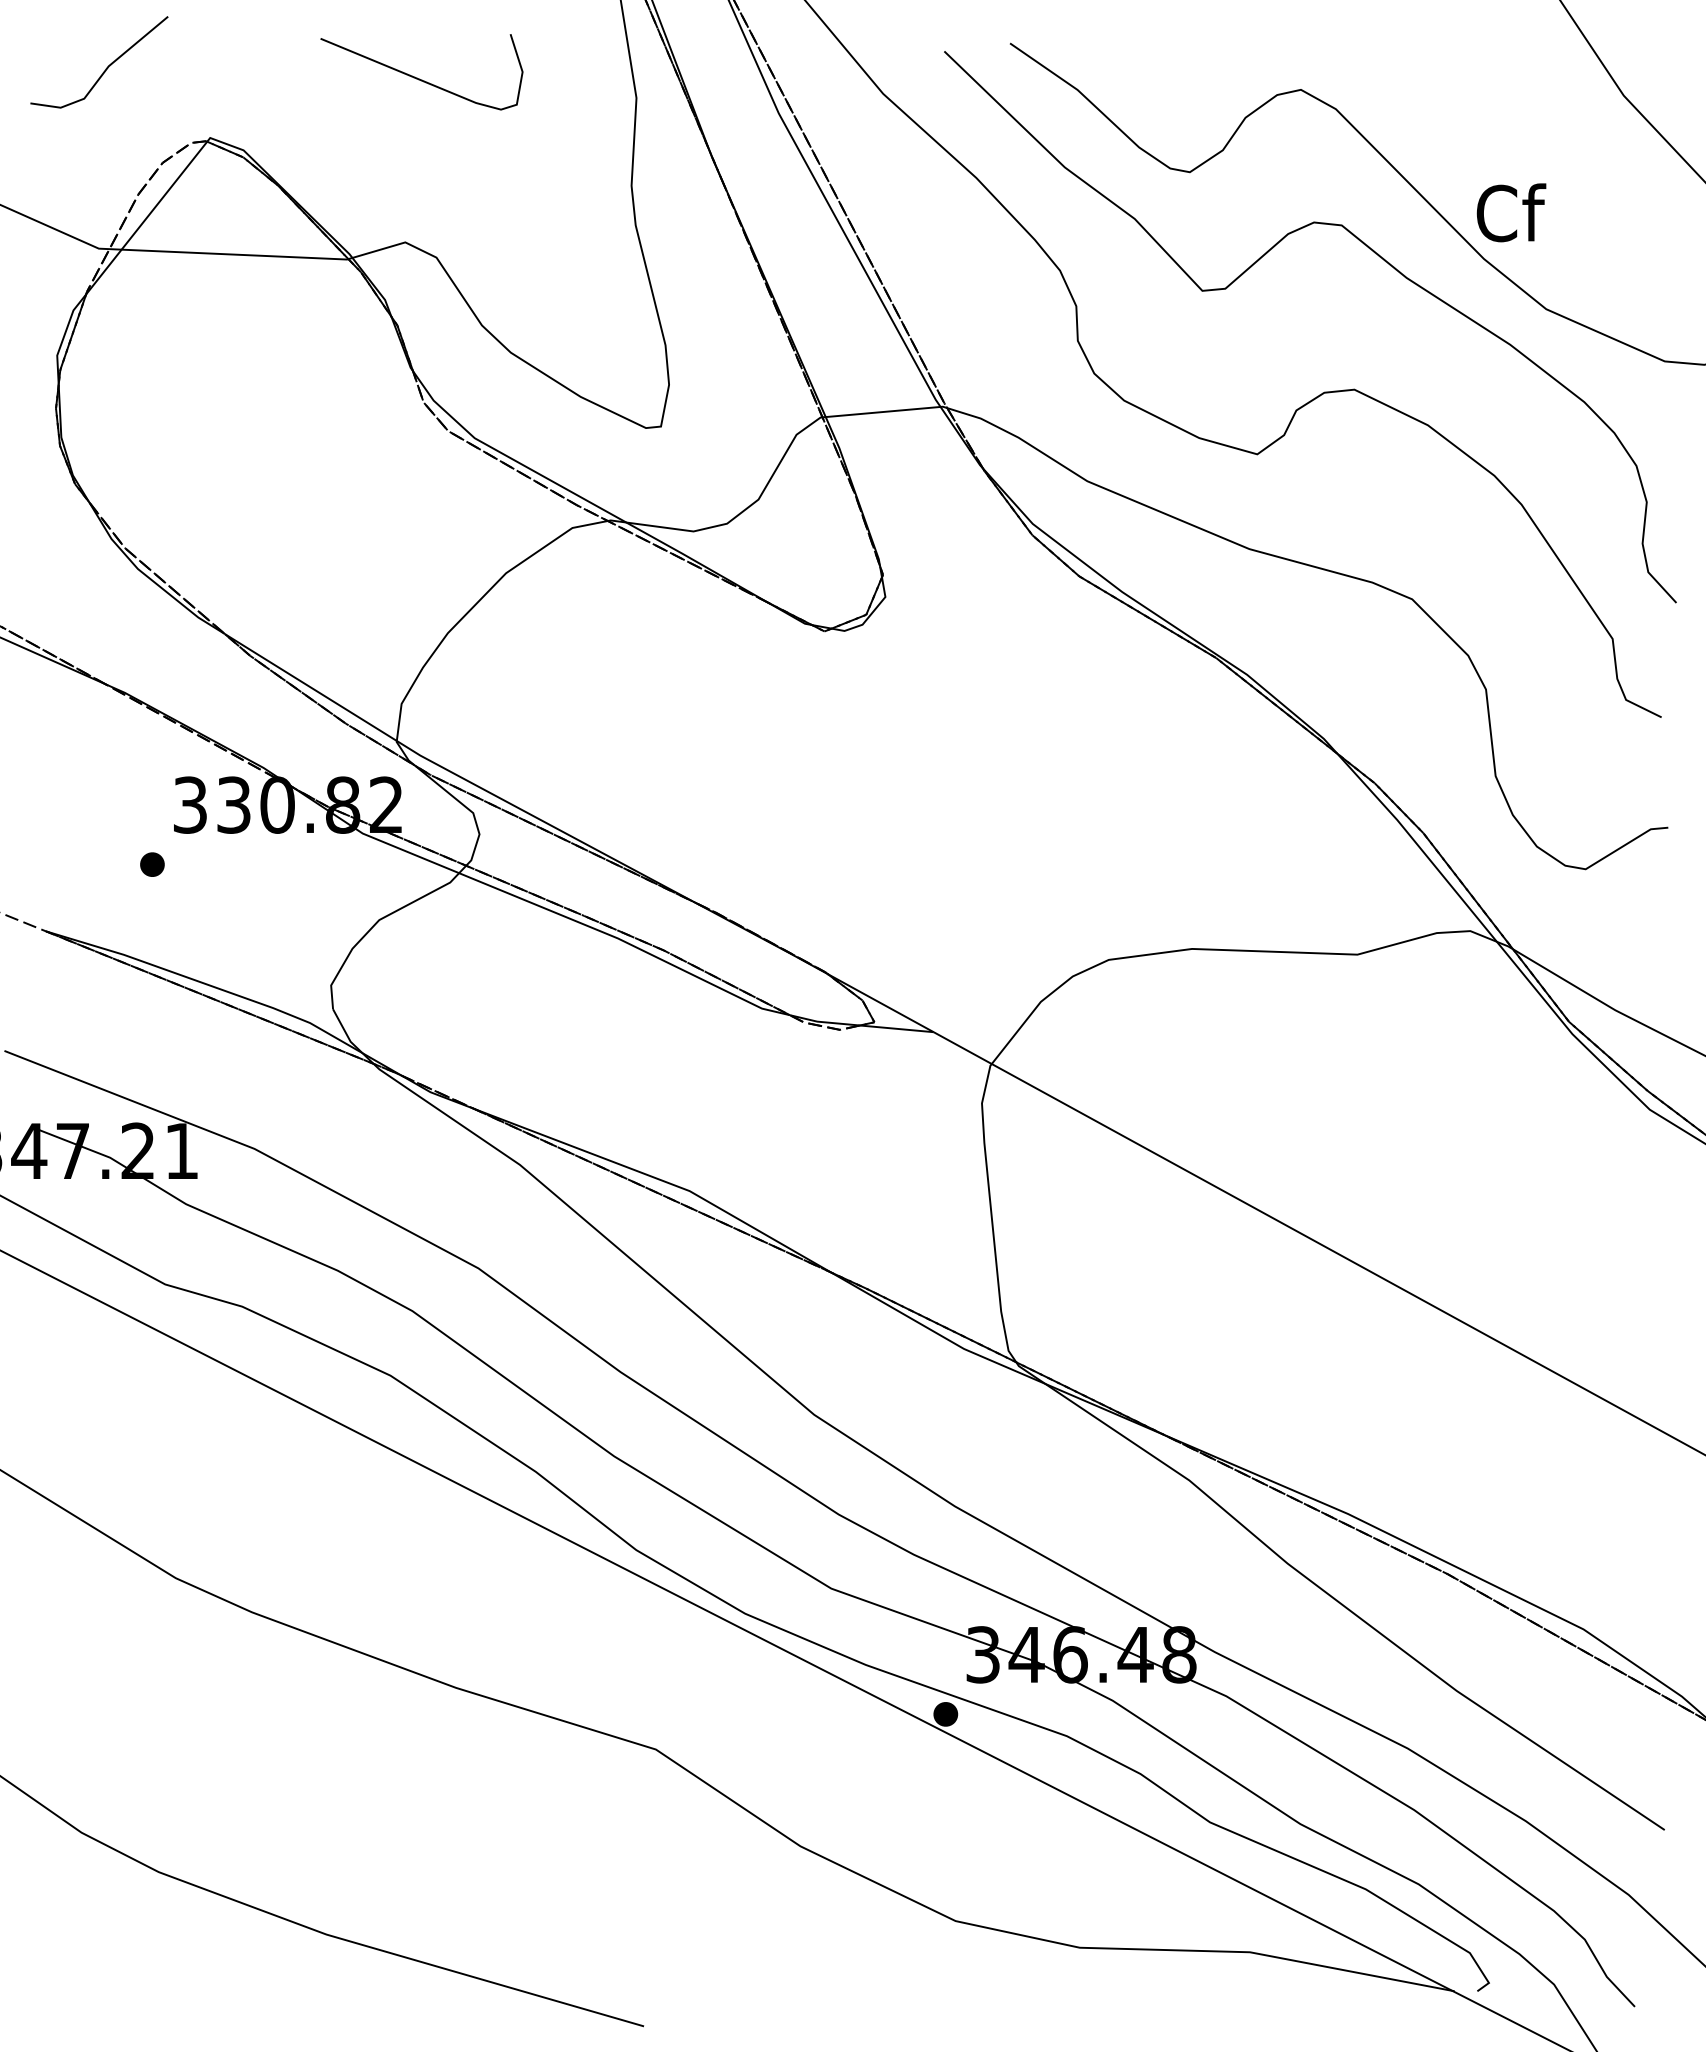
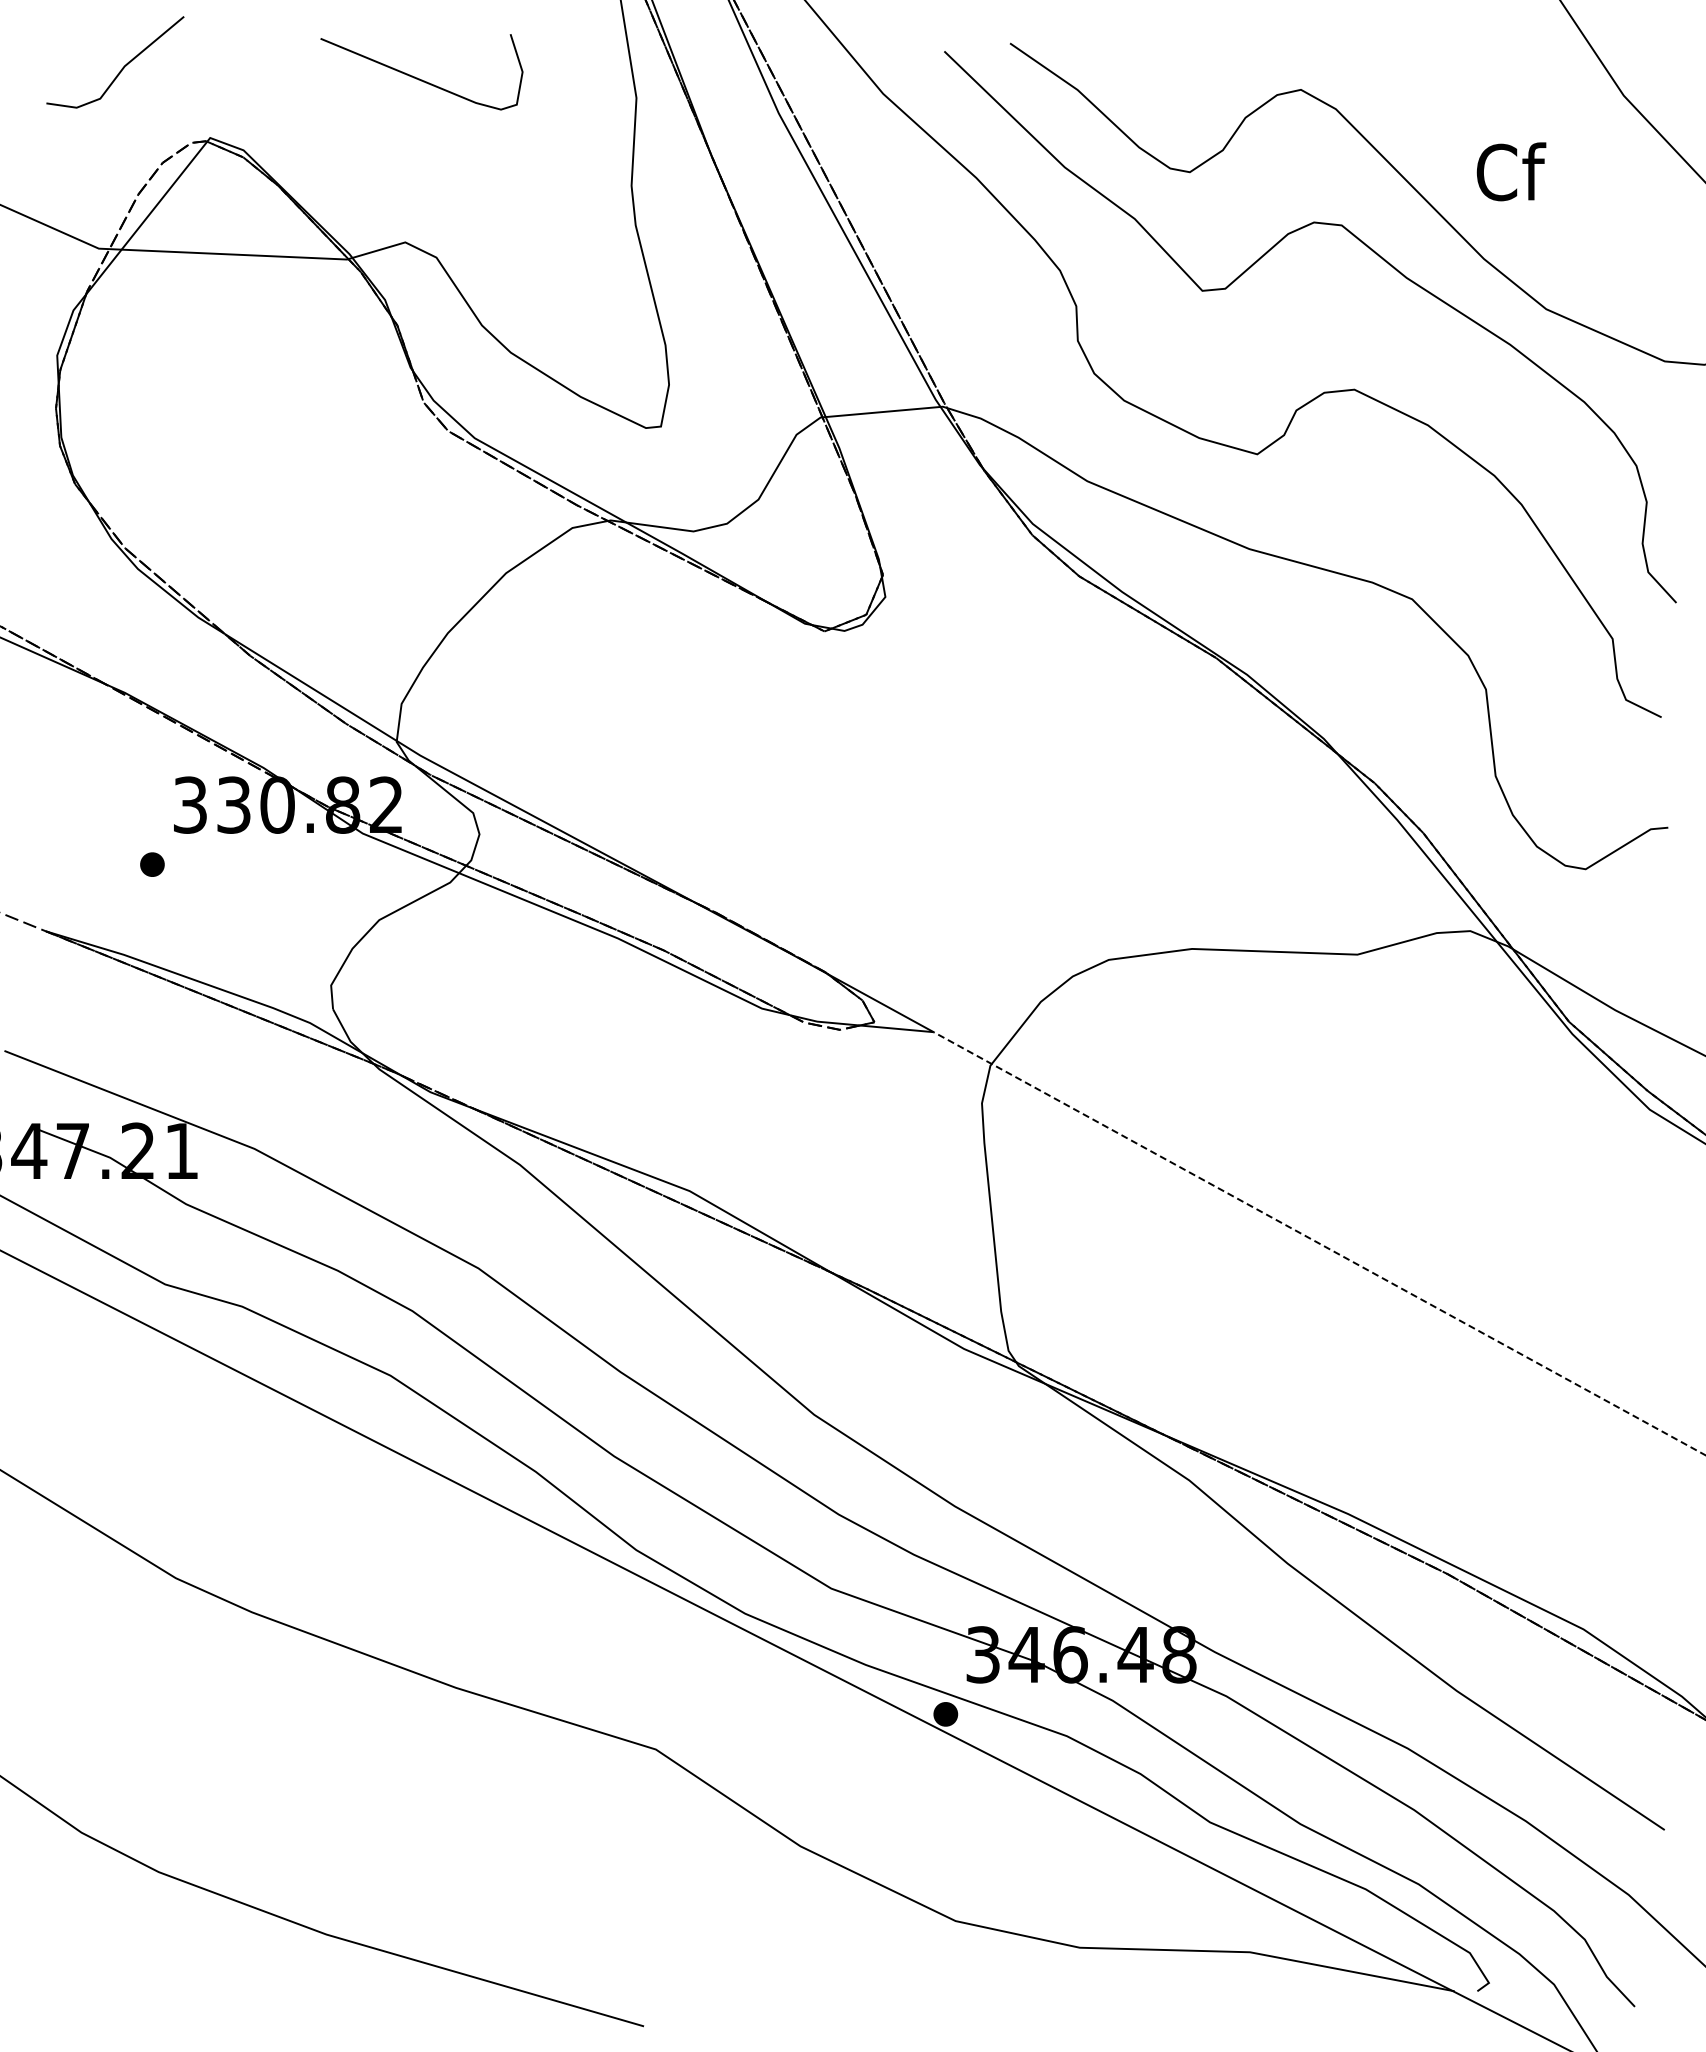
line at (105, 68) position: (105, 68) -> (121, 68)
text at (1511, 212) position: (1511, 212) -> (1511, 171)
line at (1319, 1243): solid -> dashed
